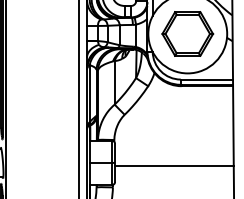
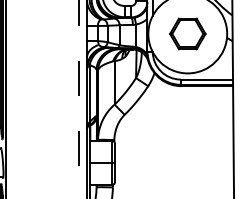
part at (187, 33) size: 54x46 px -> 38x34 px
line at (79, 99): solid -> dashed
line at (174, 165): present -> none
